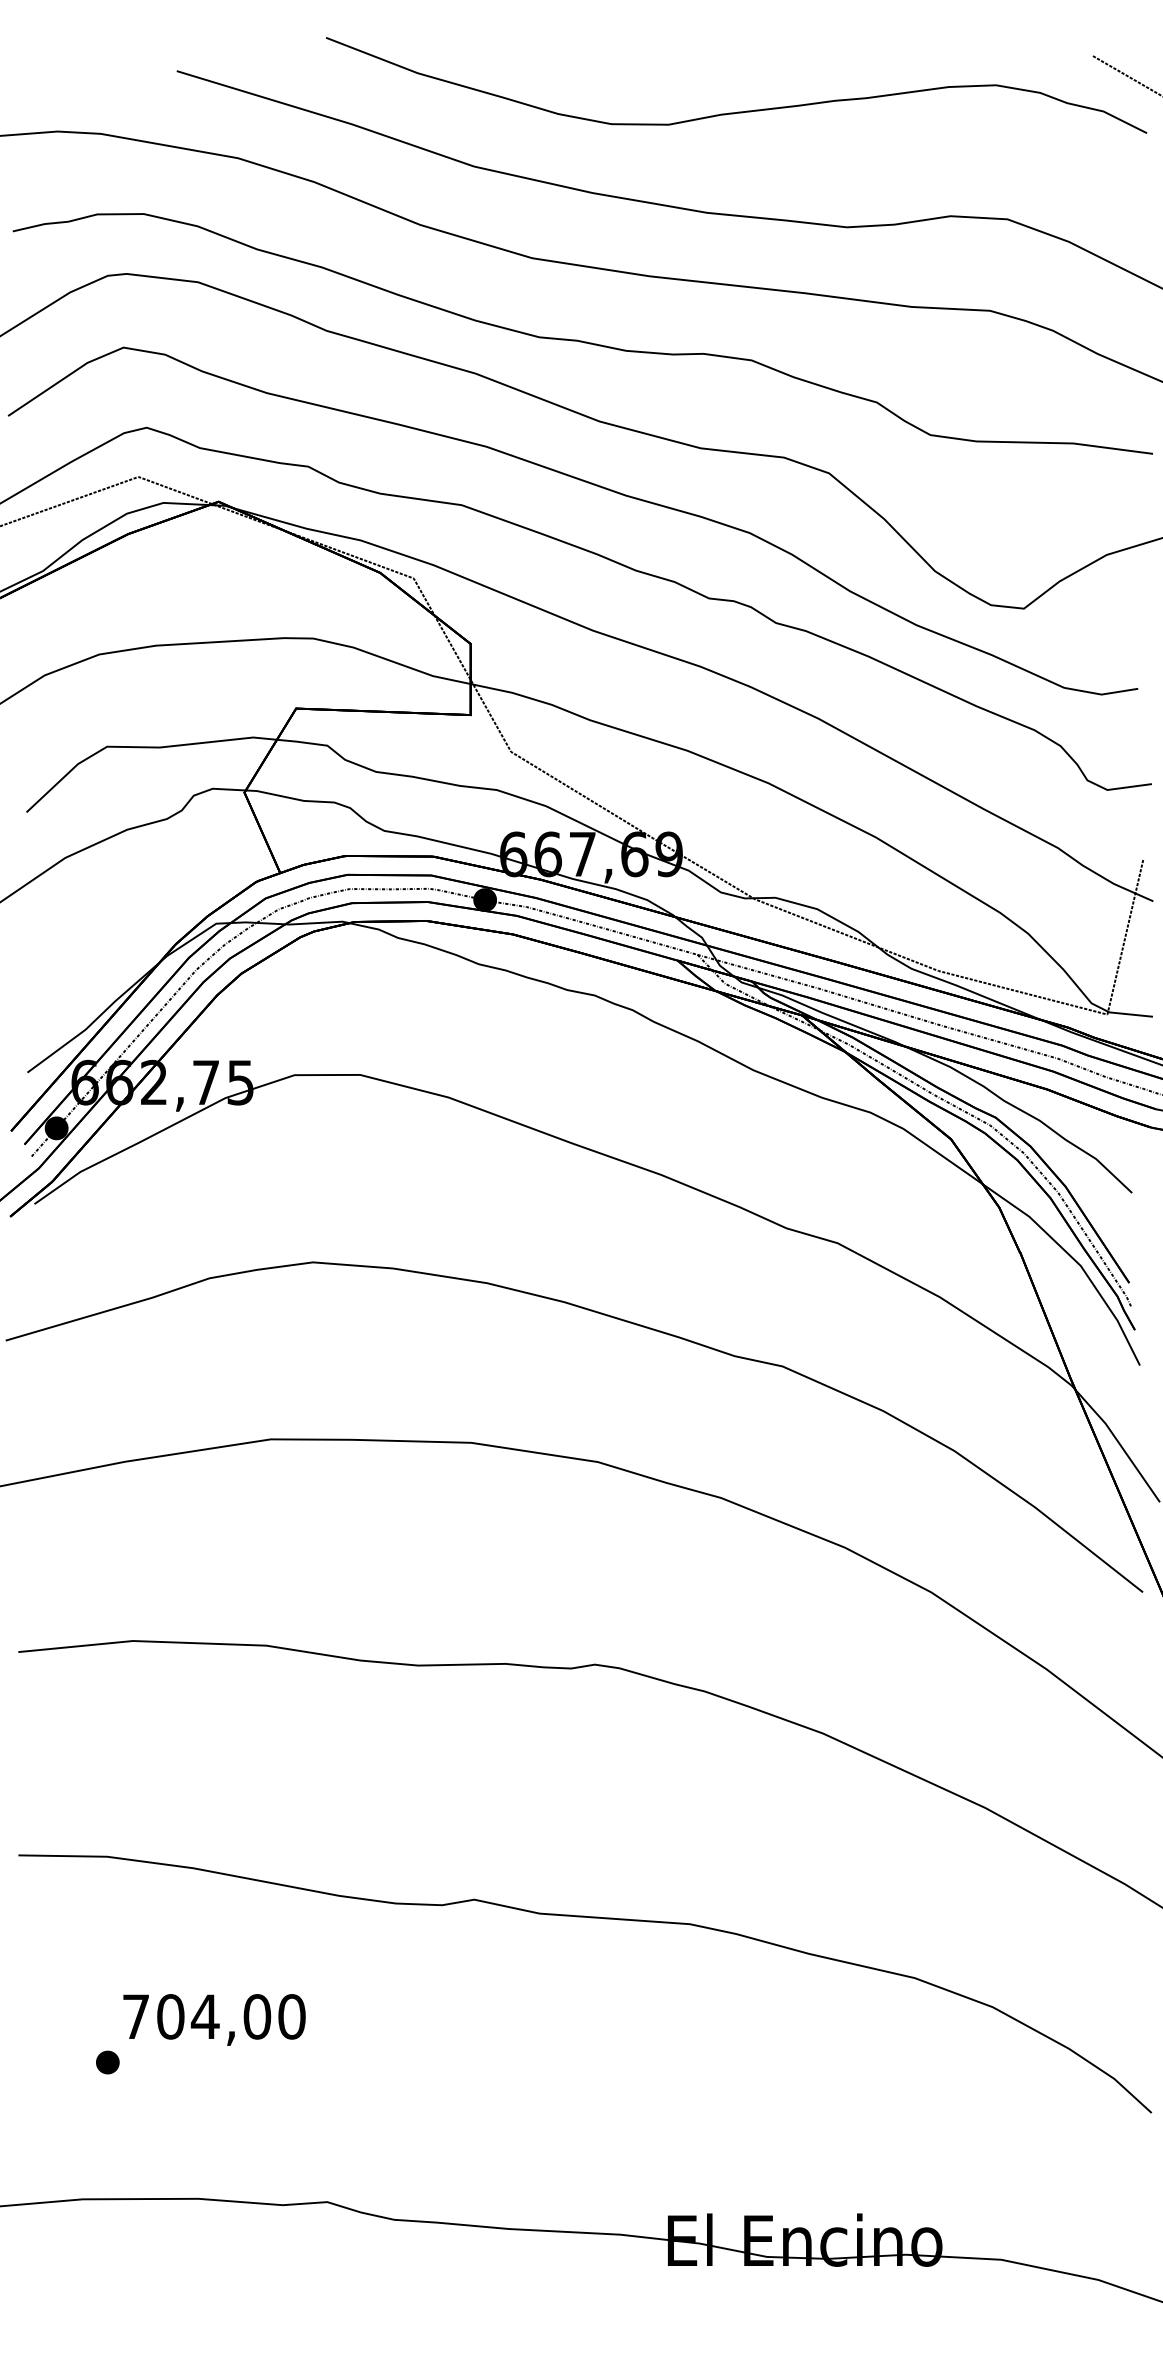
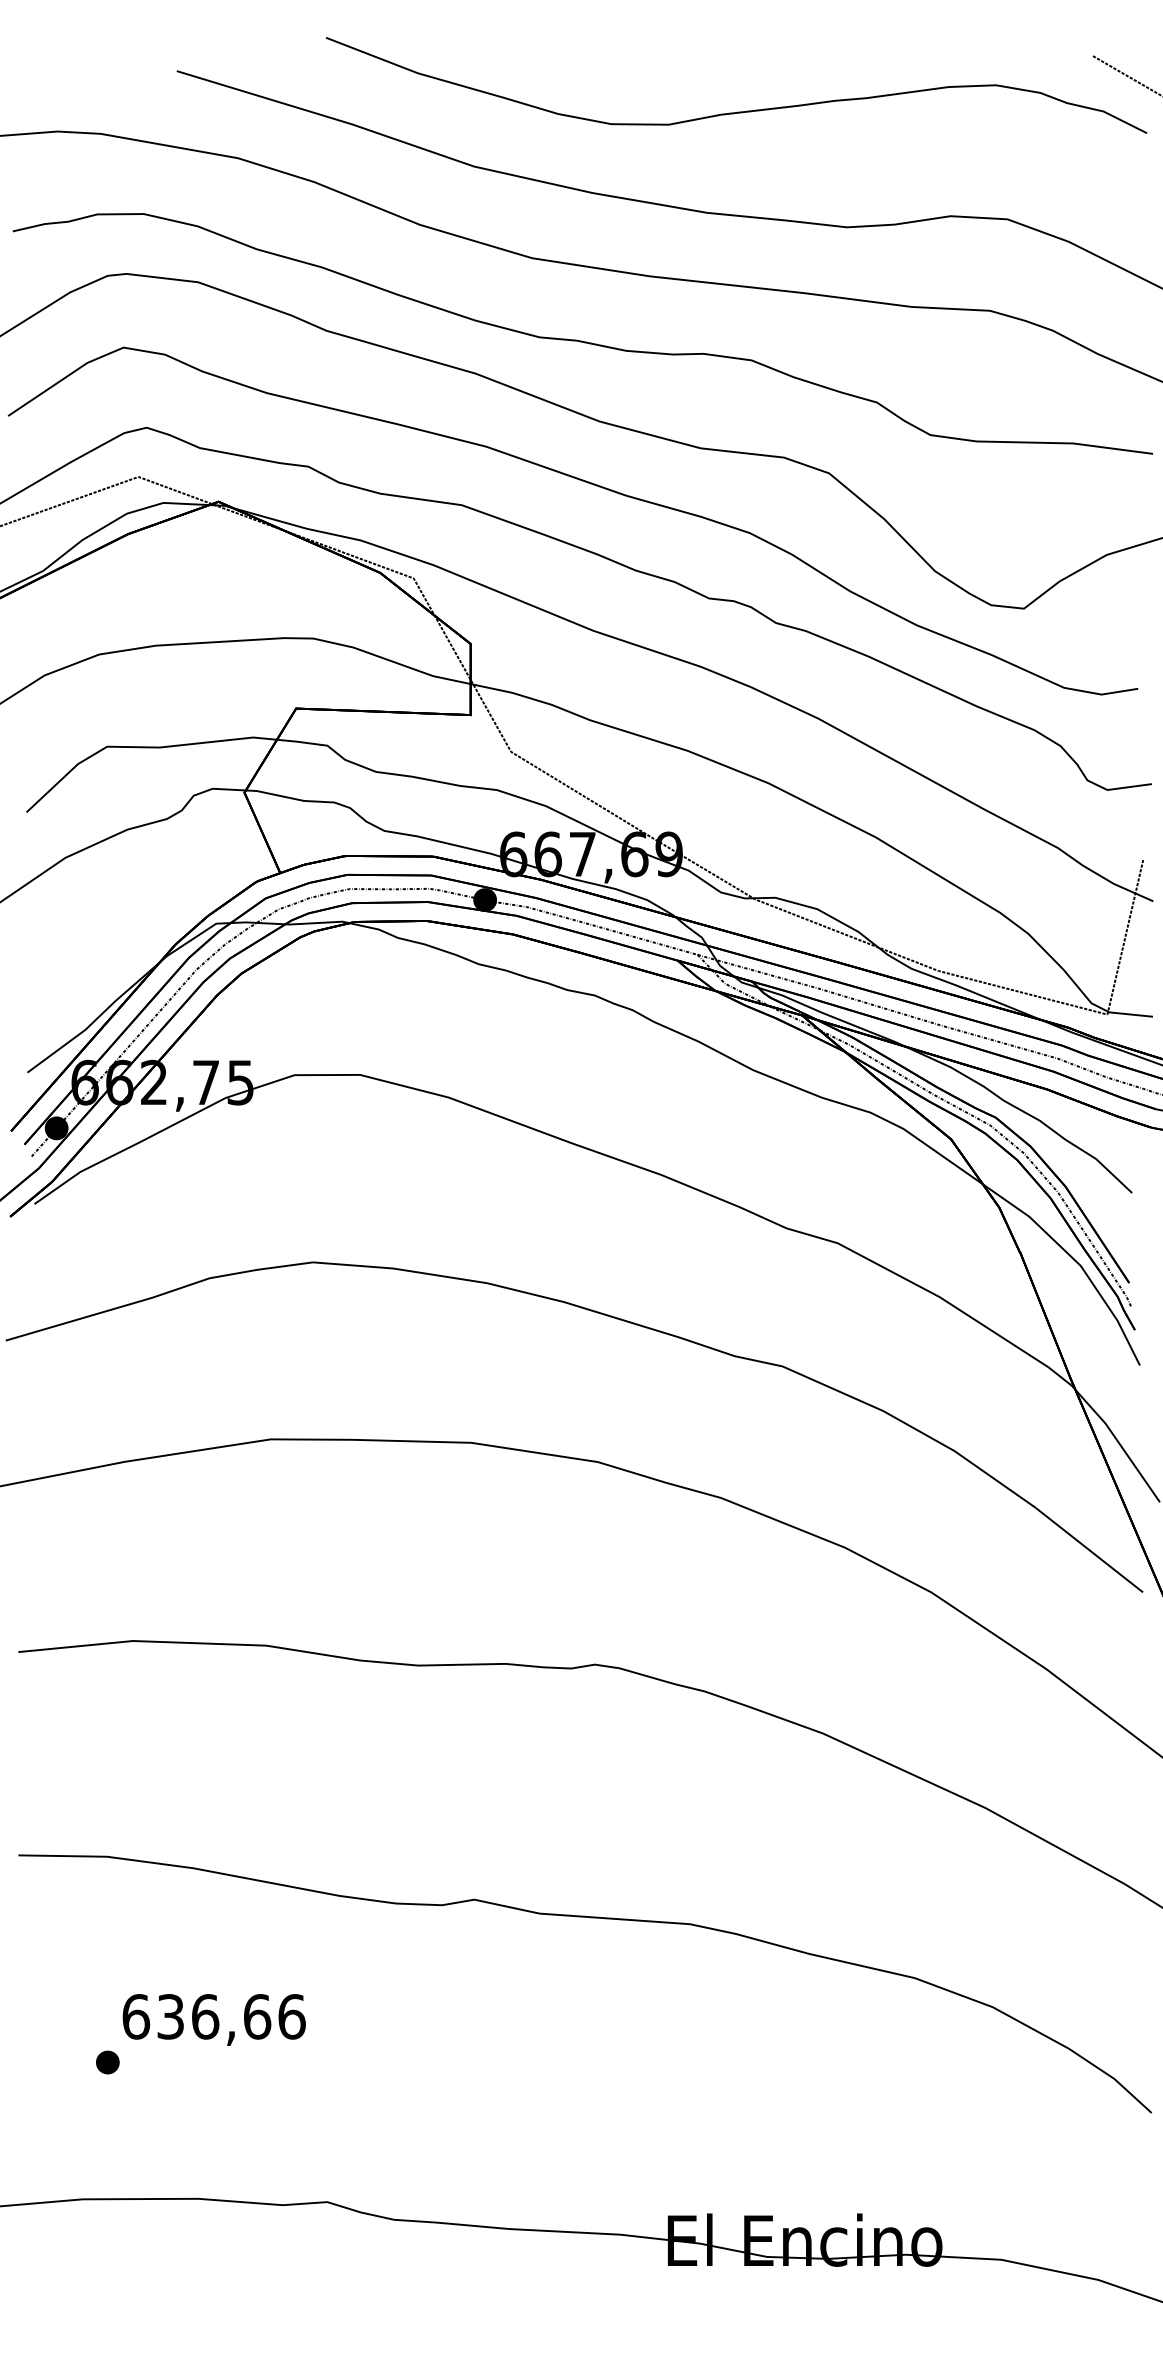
text at (213, 2016): 704,00 -> 636,66
